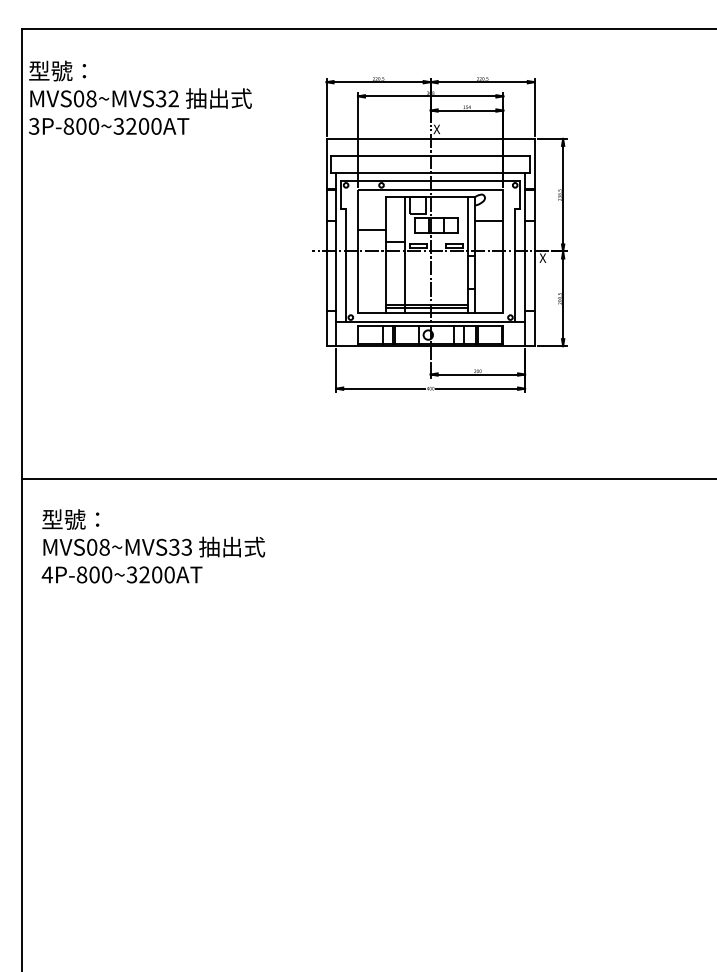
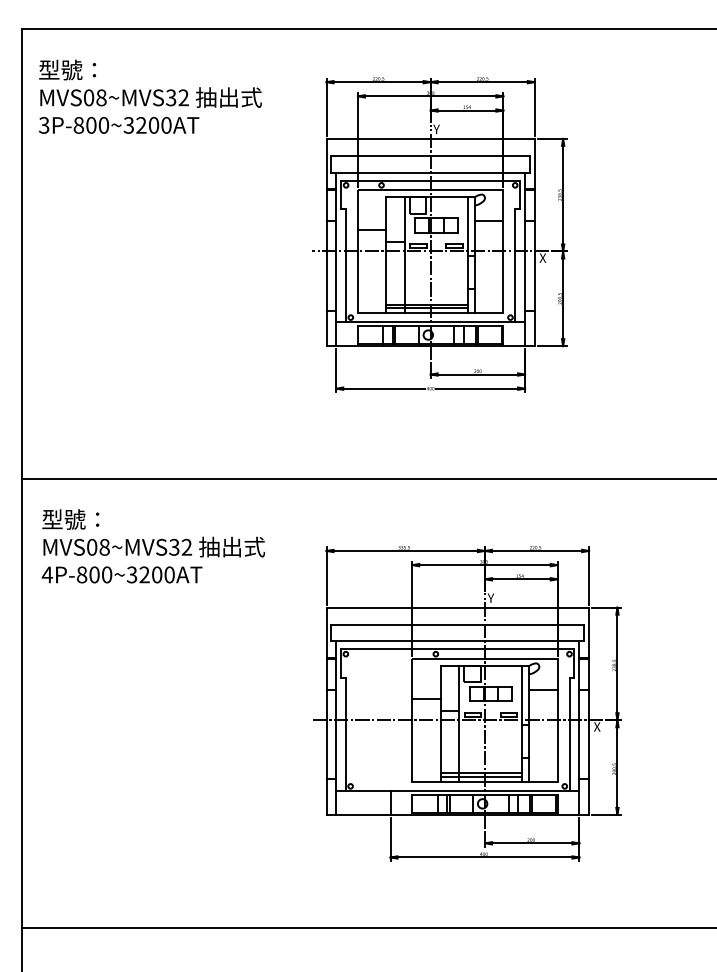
text at (140, 97) position: (140, 97) -> (150, 96)
text at (436, 129): X -> Y
text at (186, 547): MVS08~MVS33 -> MVS08~MVS32
part at (467, 703): none -> present
line at (367, 928): none -> present
